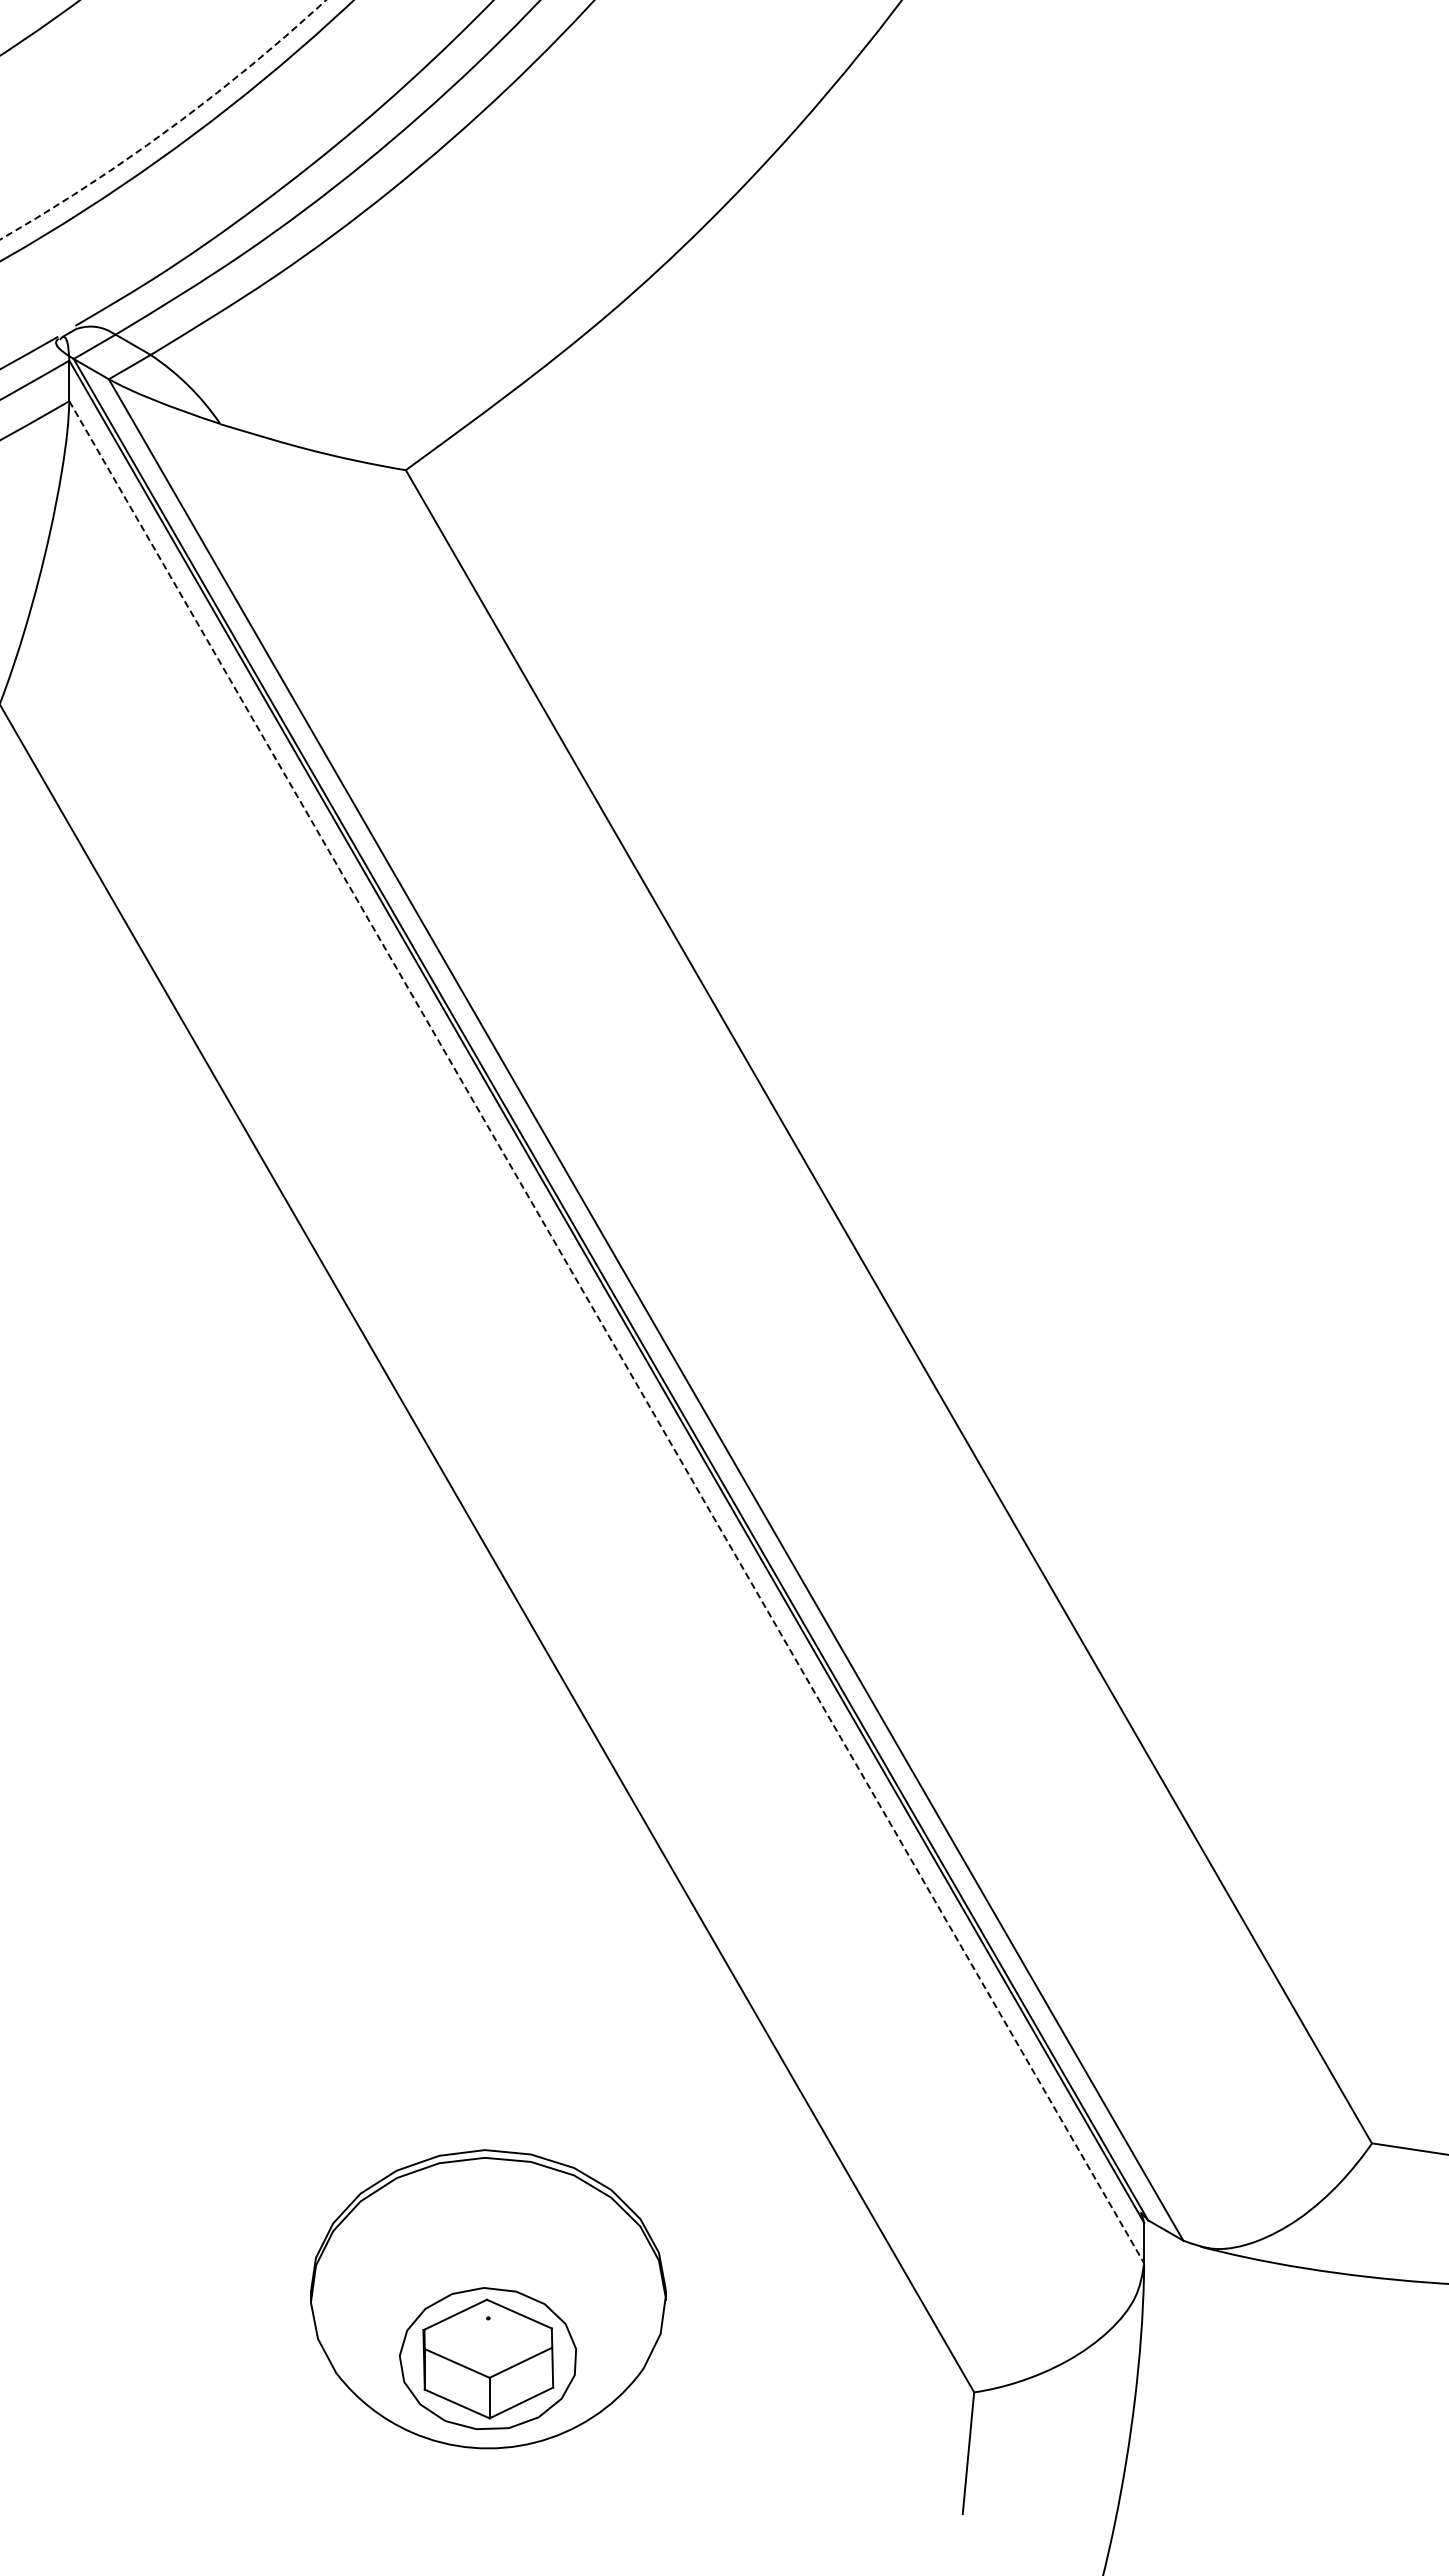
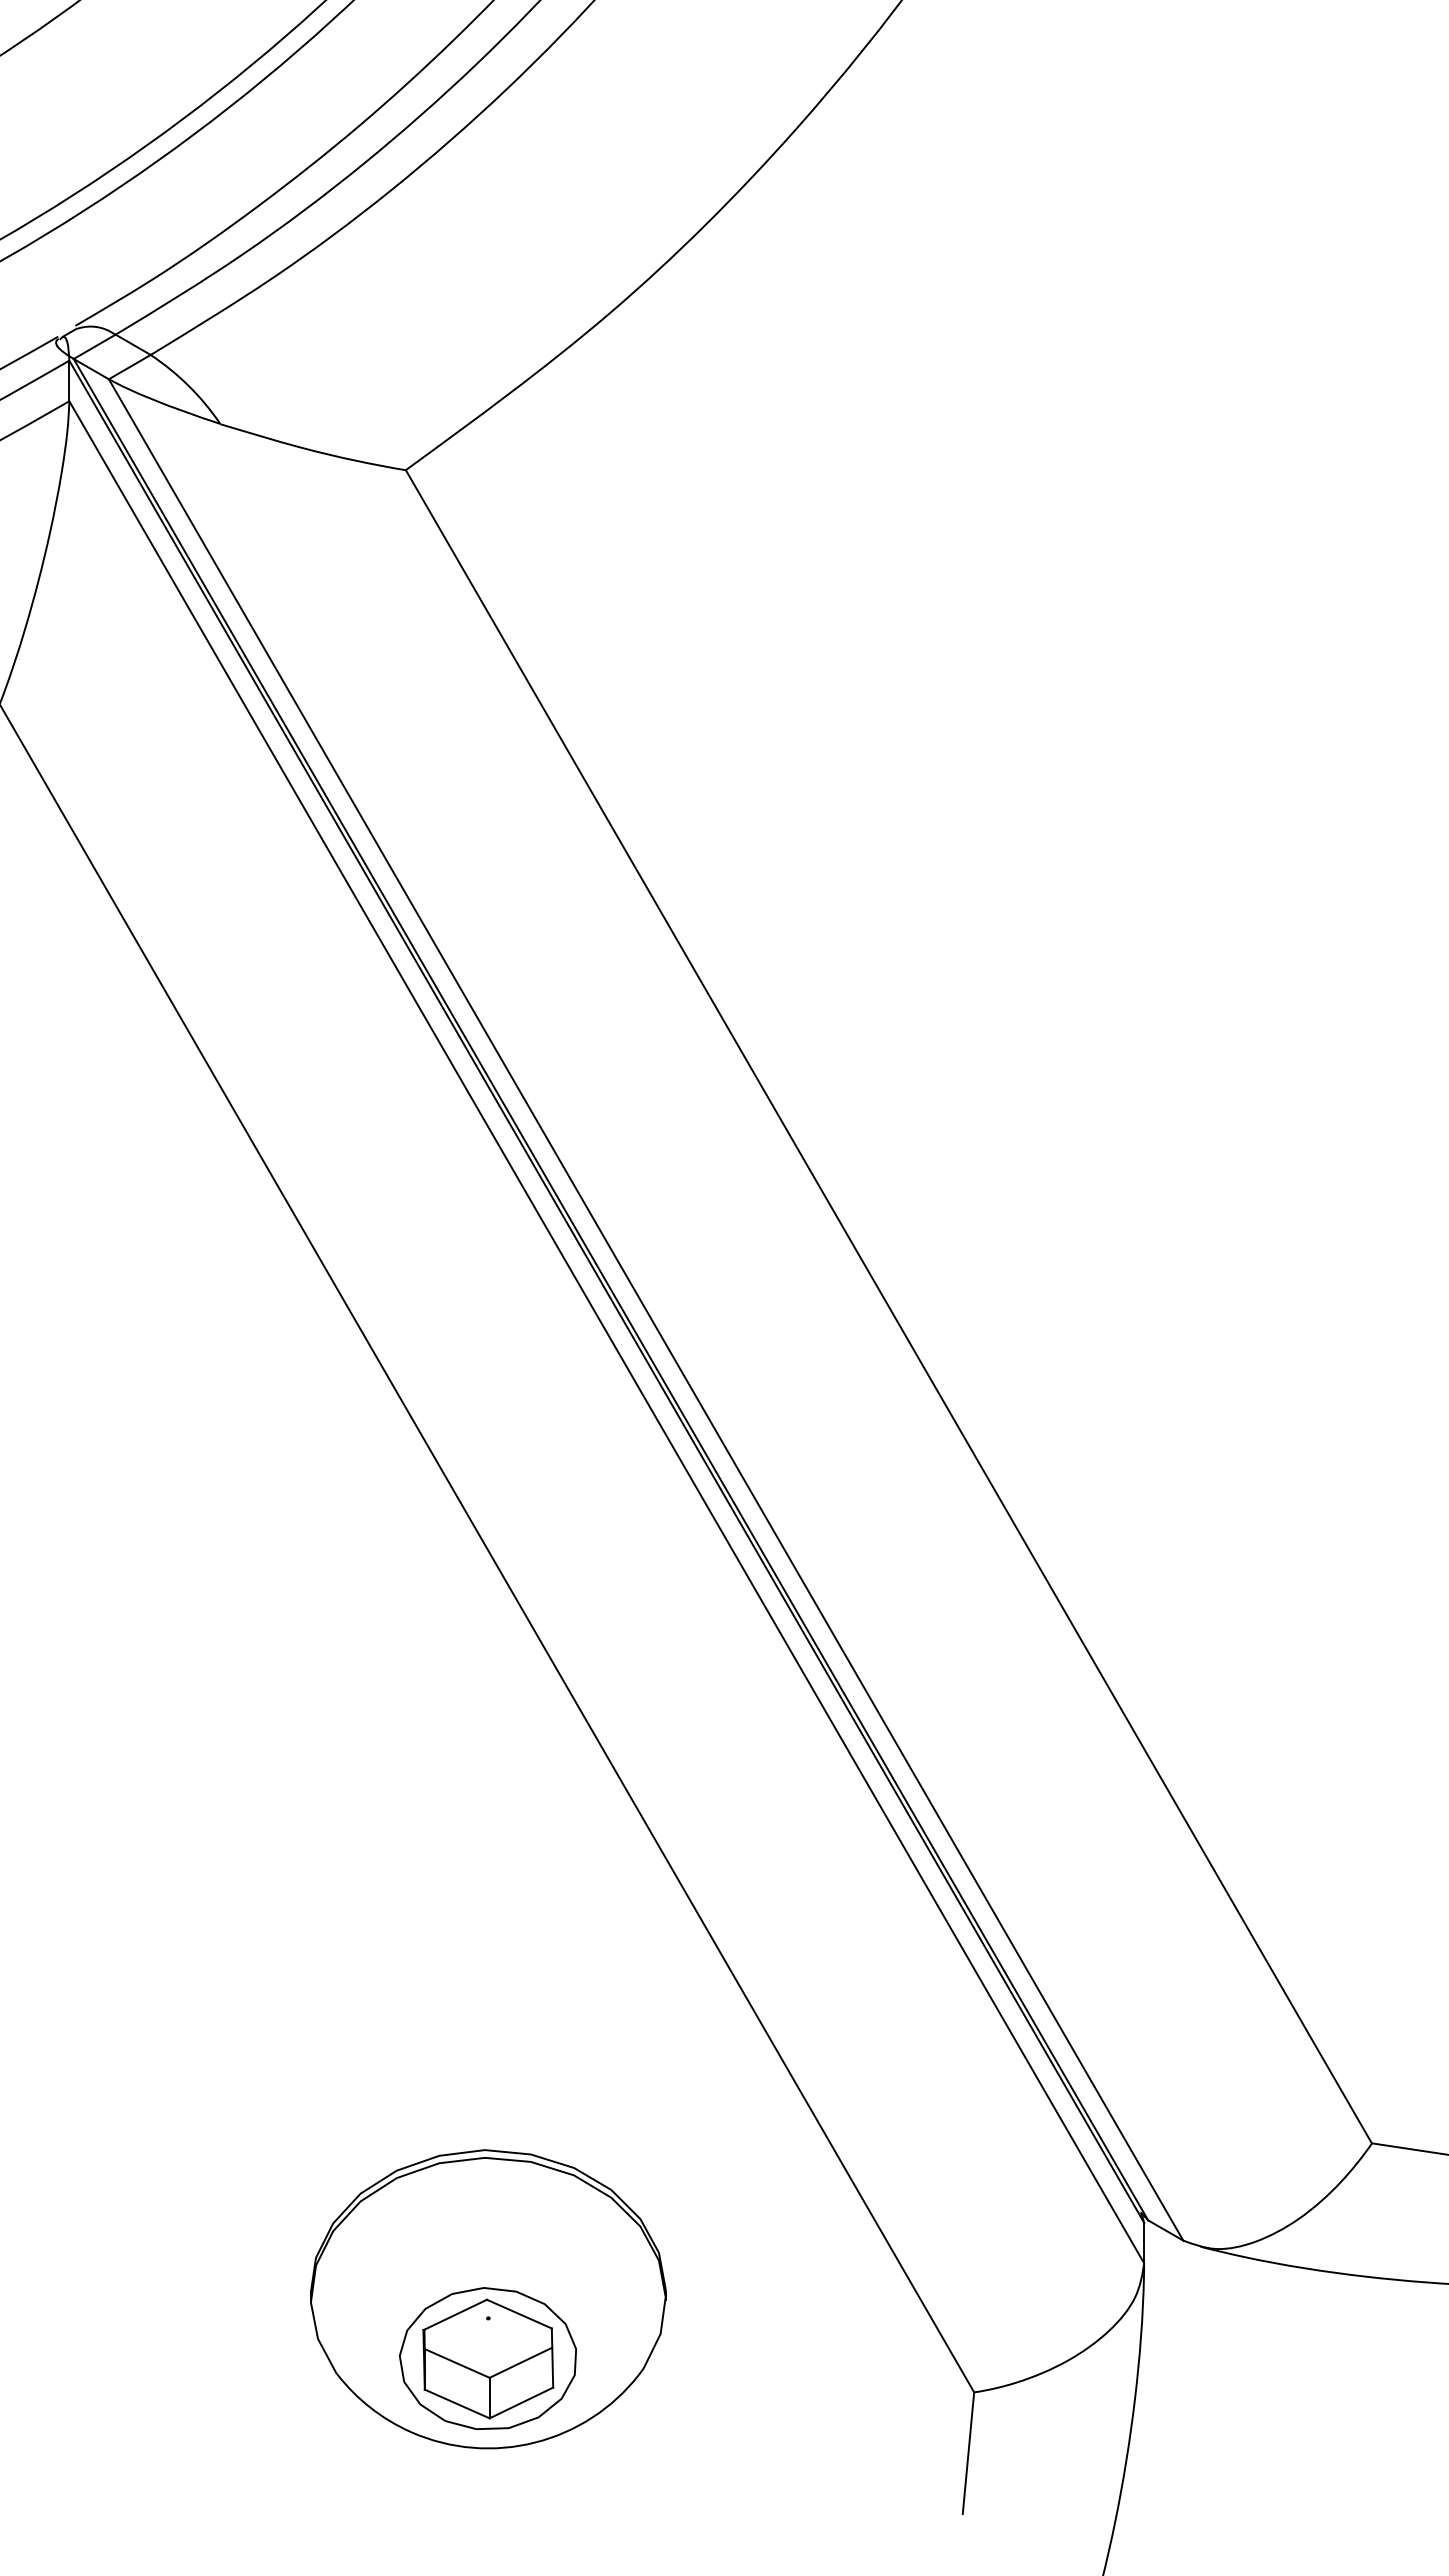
circle at (162, 119): dashed -> solid
line at (606, 1332): dashed -> solid
